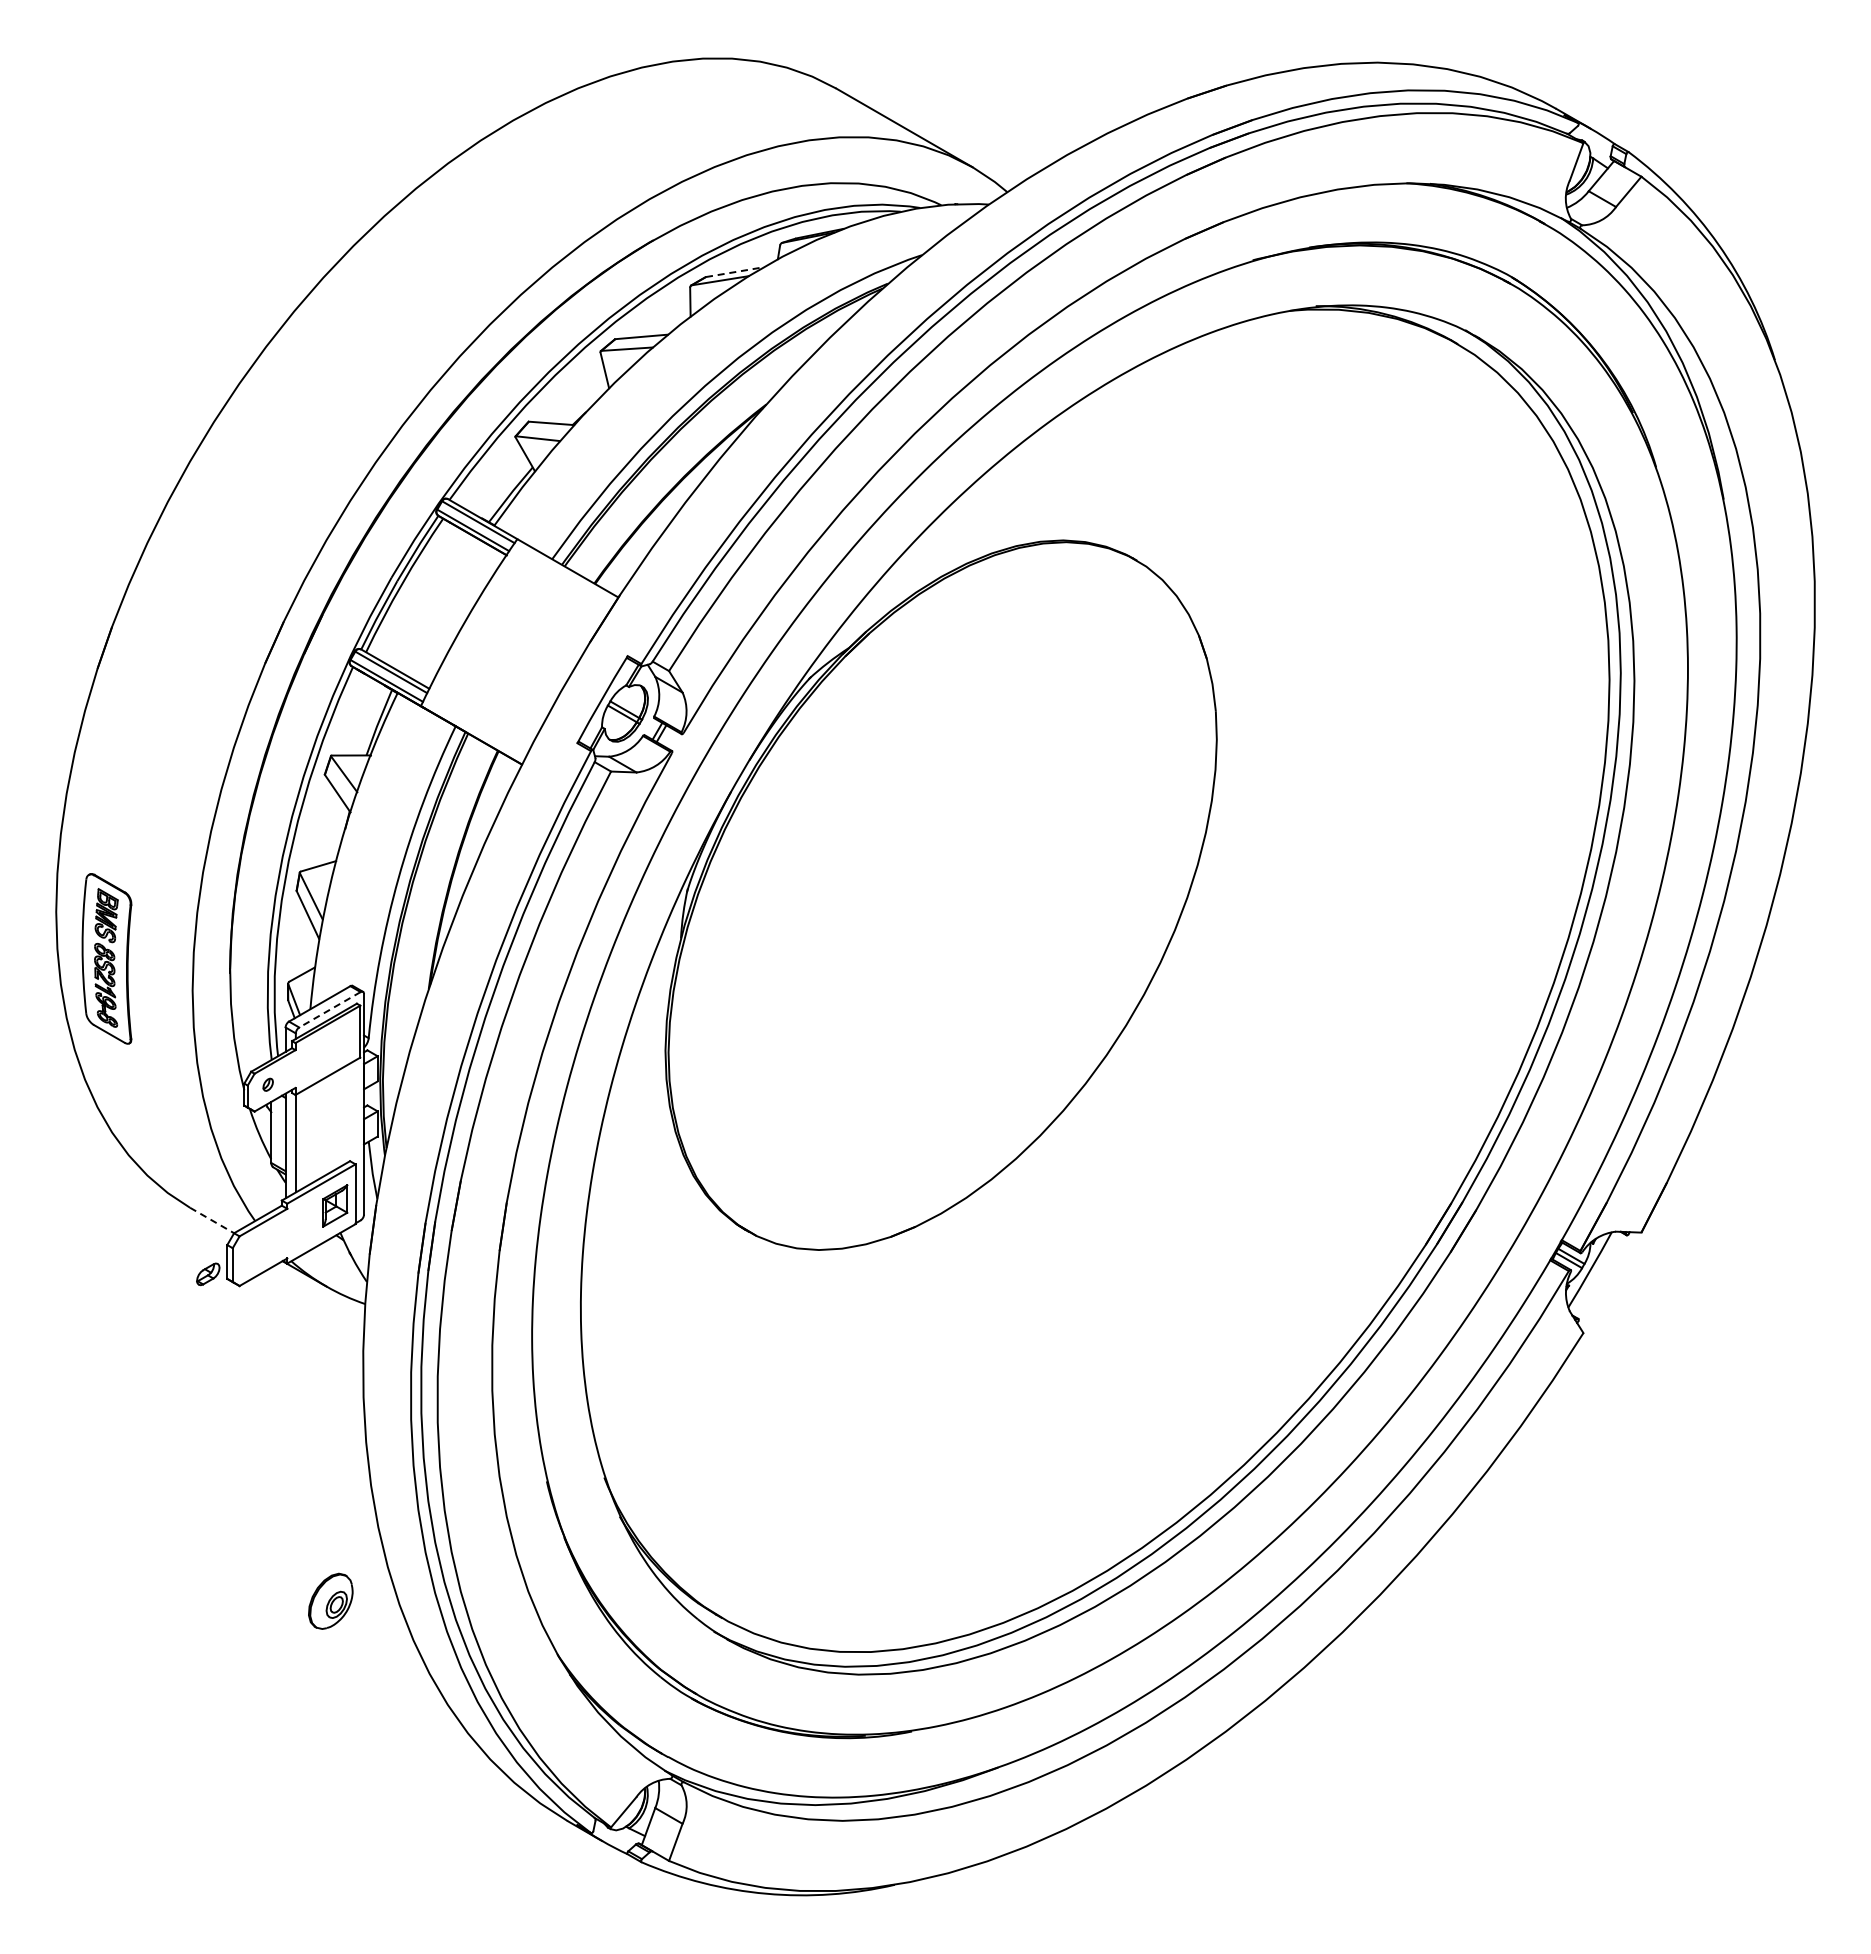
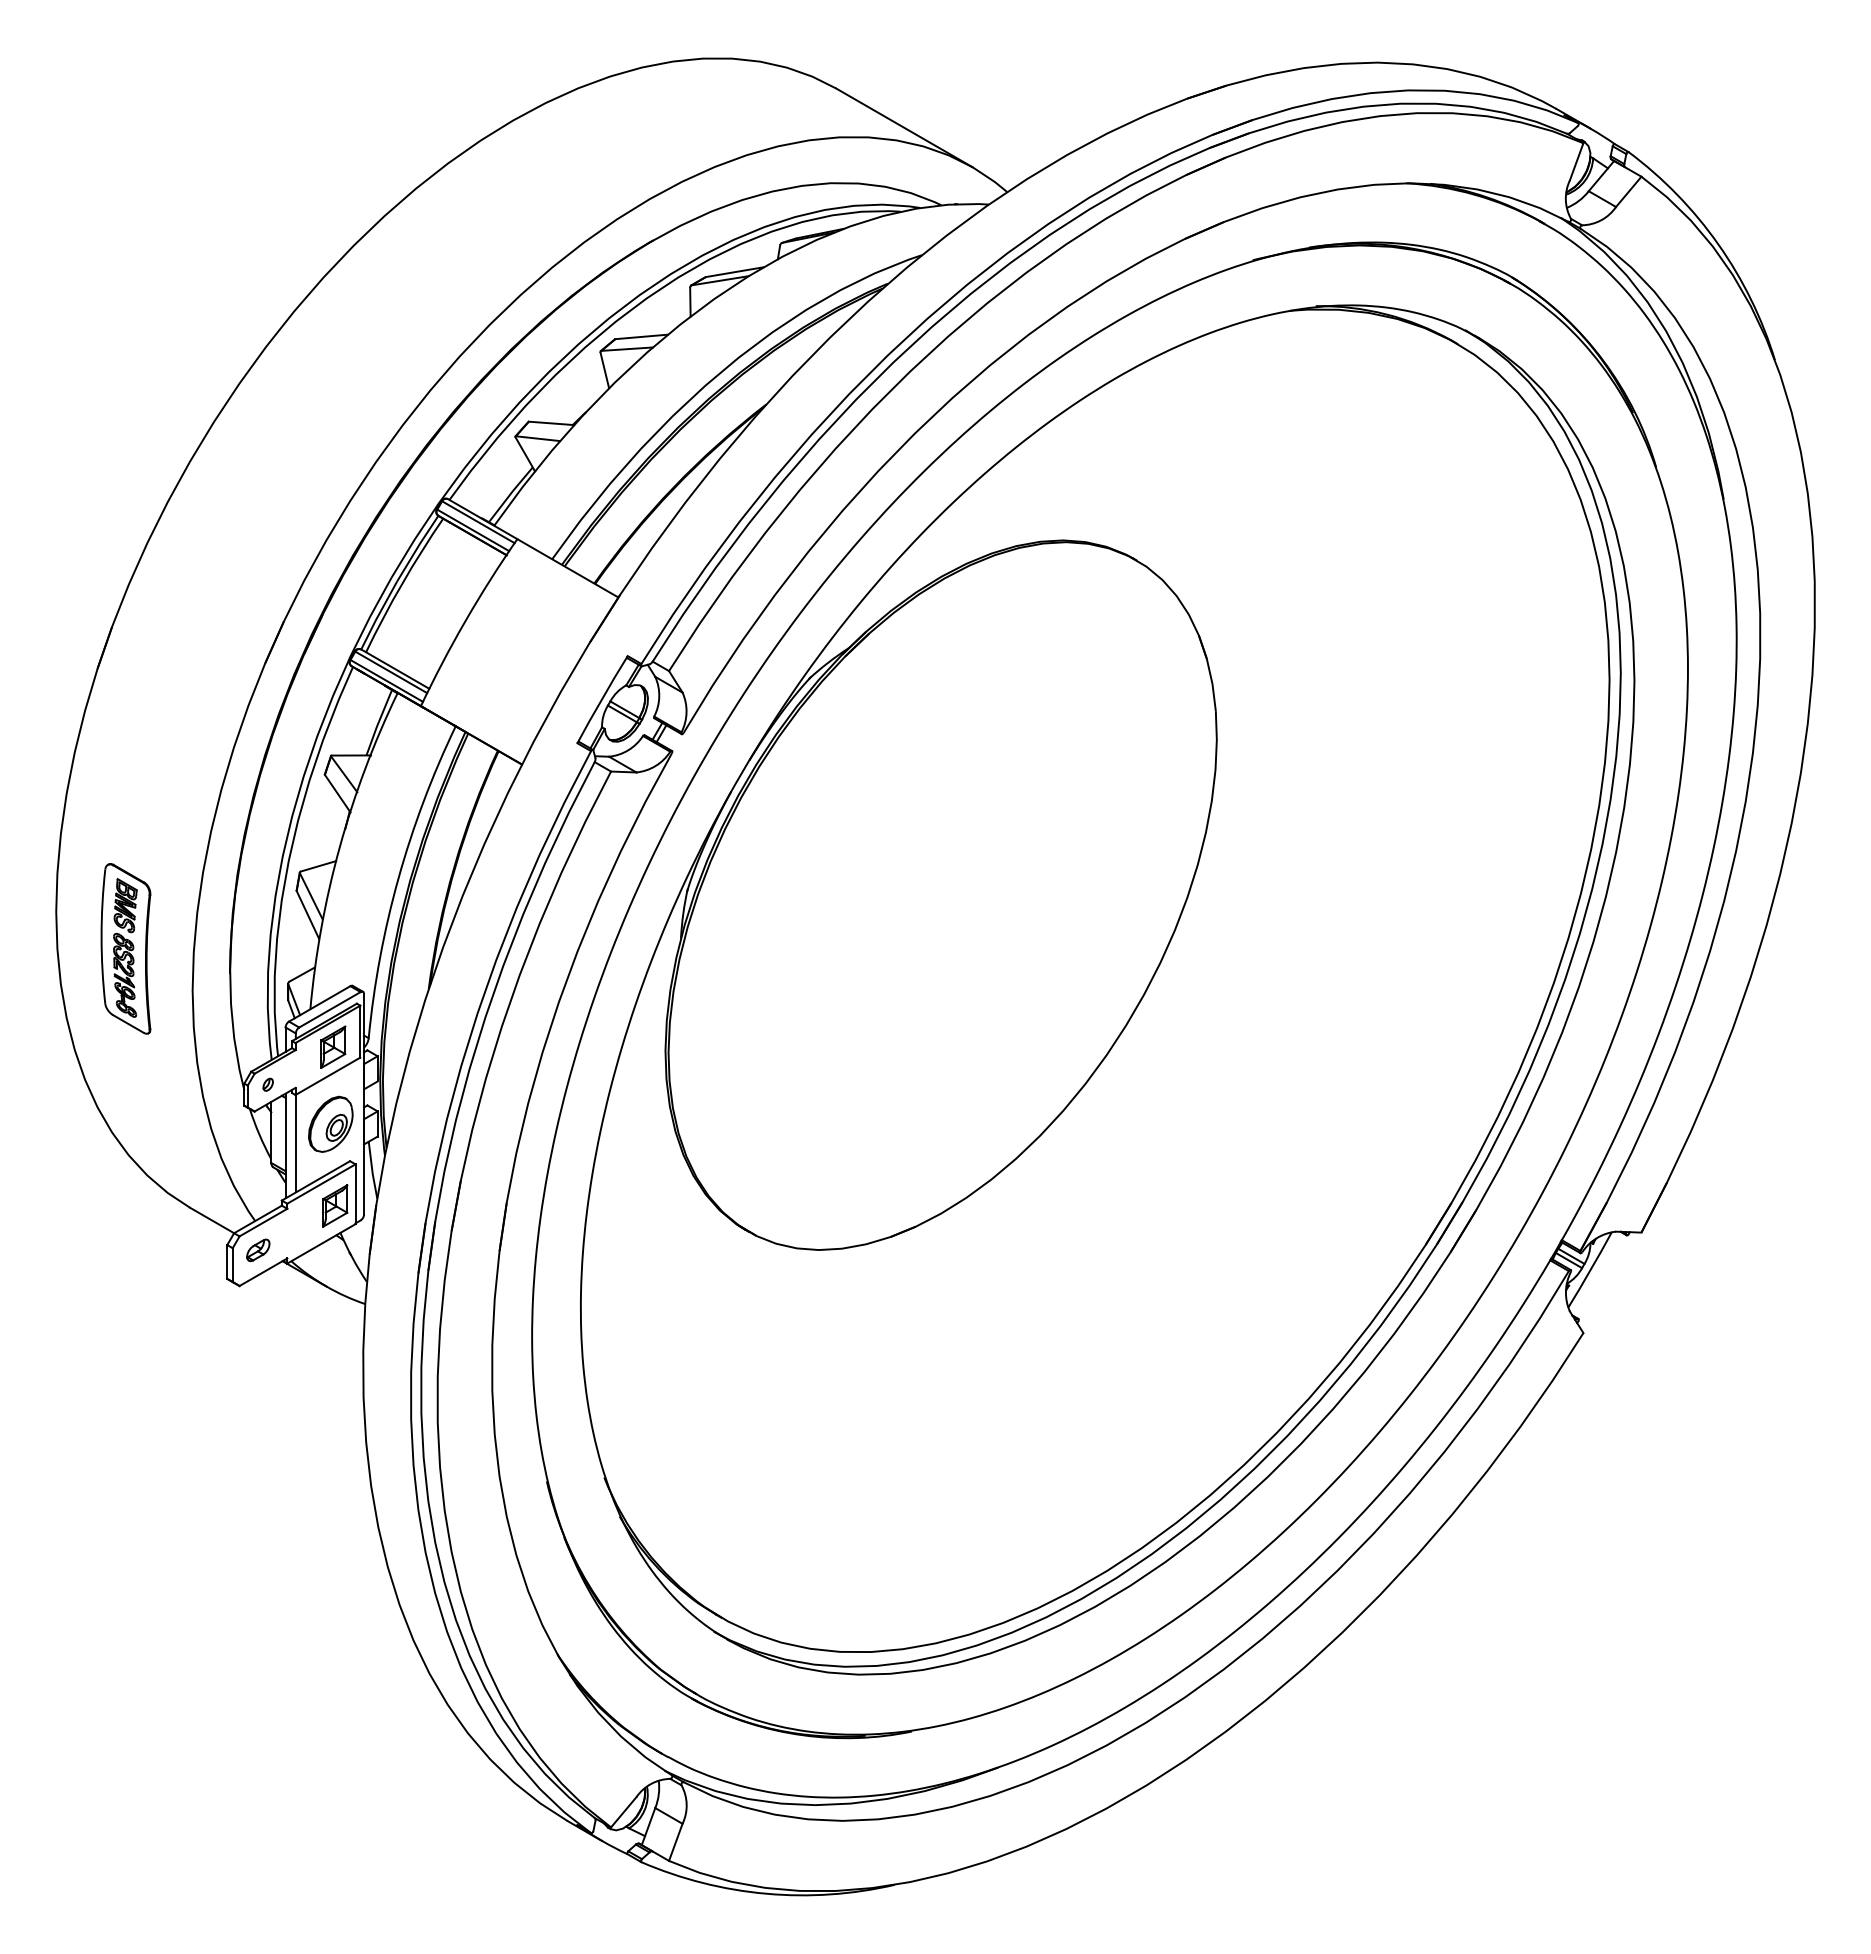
line at (735, 272): dashed -> solid
part at (106, 958) position: (106, 958) -> (125, 948)
line at (329, 1010): dashed -> solid
part at (333, 1046): none -> present
line at (212, 1220): dashed -> solid
part at (208, 1274) position: (208, 1274) -> (258, 1250)
part at (330, 1600) position: (330, 1600) -> (330, 1123)
